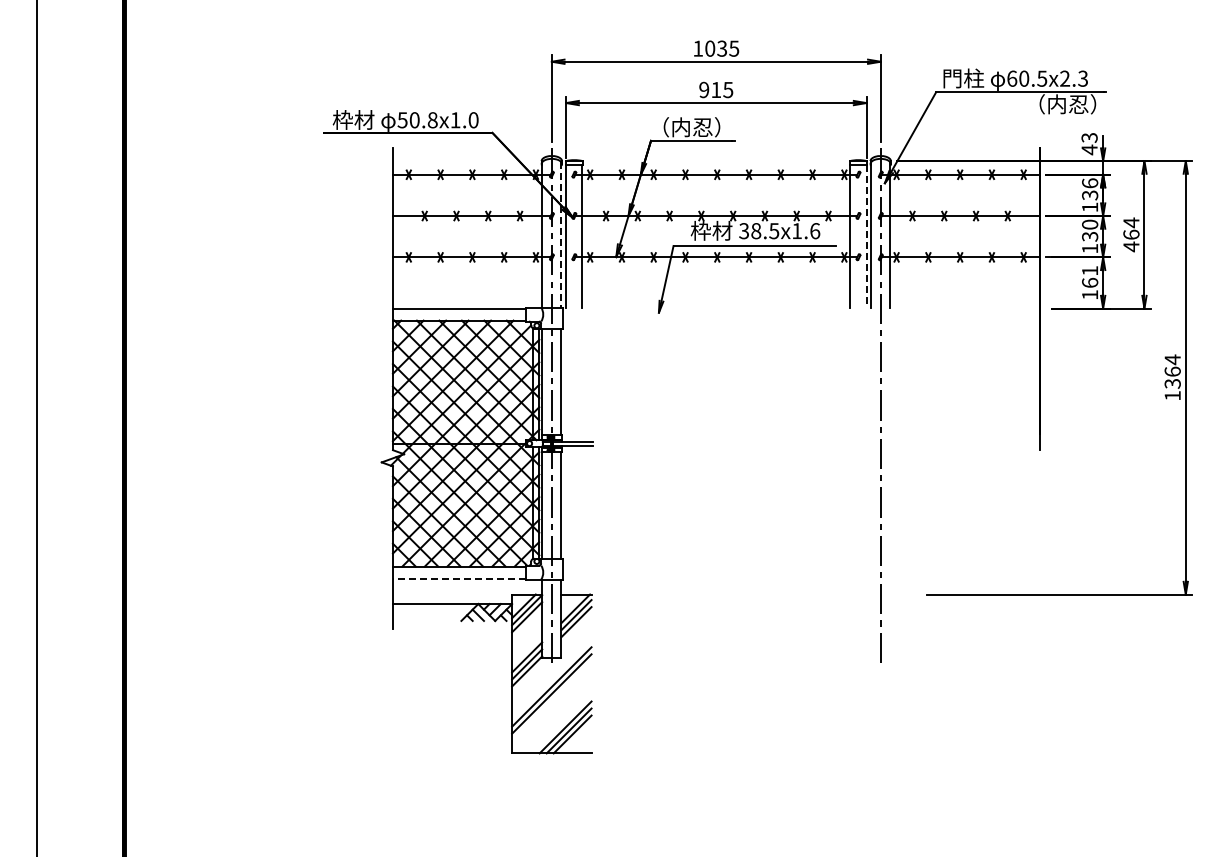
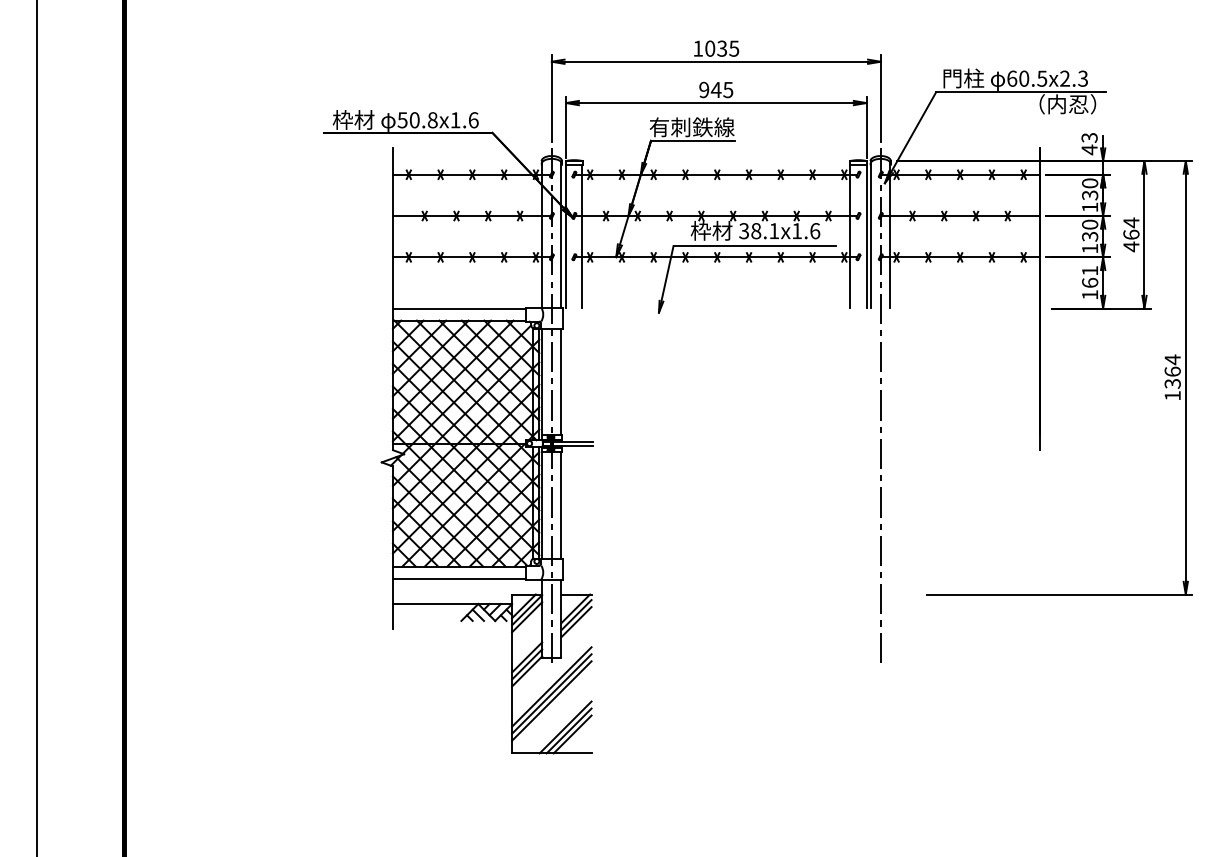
text at (715, 89): 915 -> 945
text at (473, 120): 50.8x1.0 -> 50.8x1.6
text at (691, 127): （内忍） -> 有刺鉄線
text at (1090, 183): 136 -> 130
text at (774, 231): 38.5x1.6 -> 38.1x1.6
line at (561, 234): dashed -> solid
line at (866, 236): dashed -> solid
line at (459, 578): dashed -> solid
line at (551, 700): none -> present
